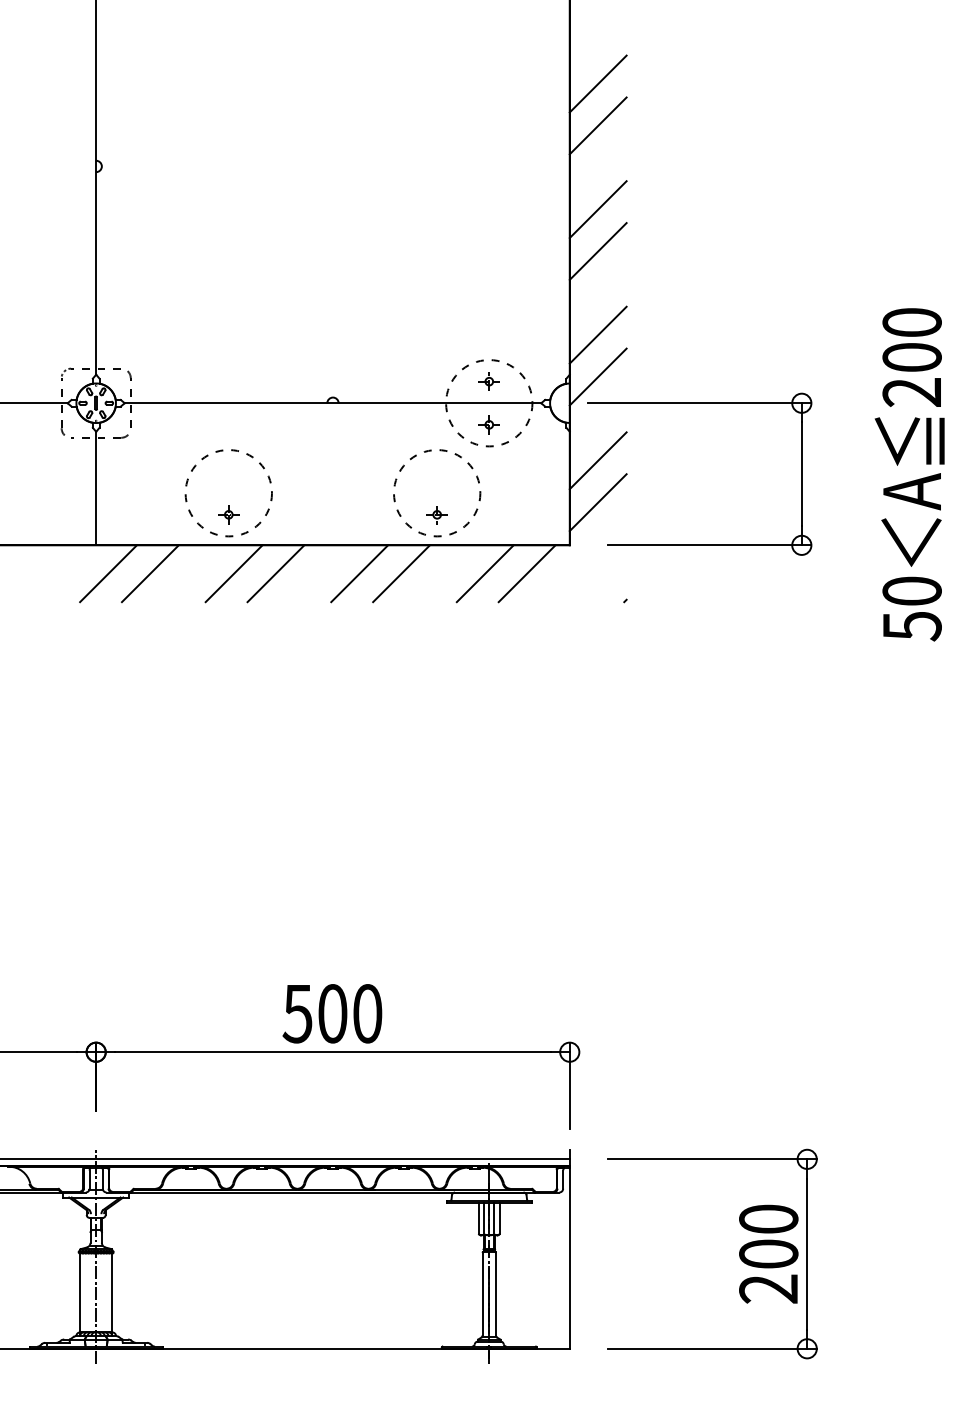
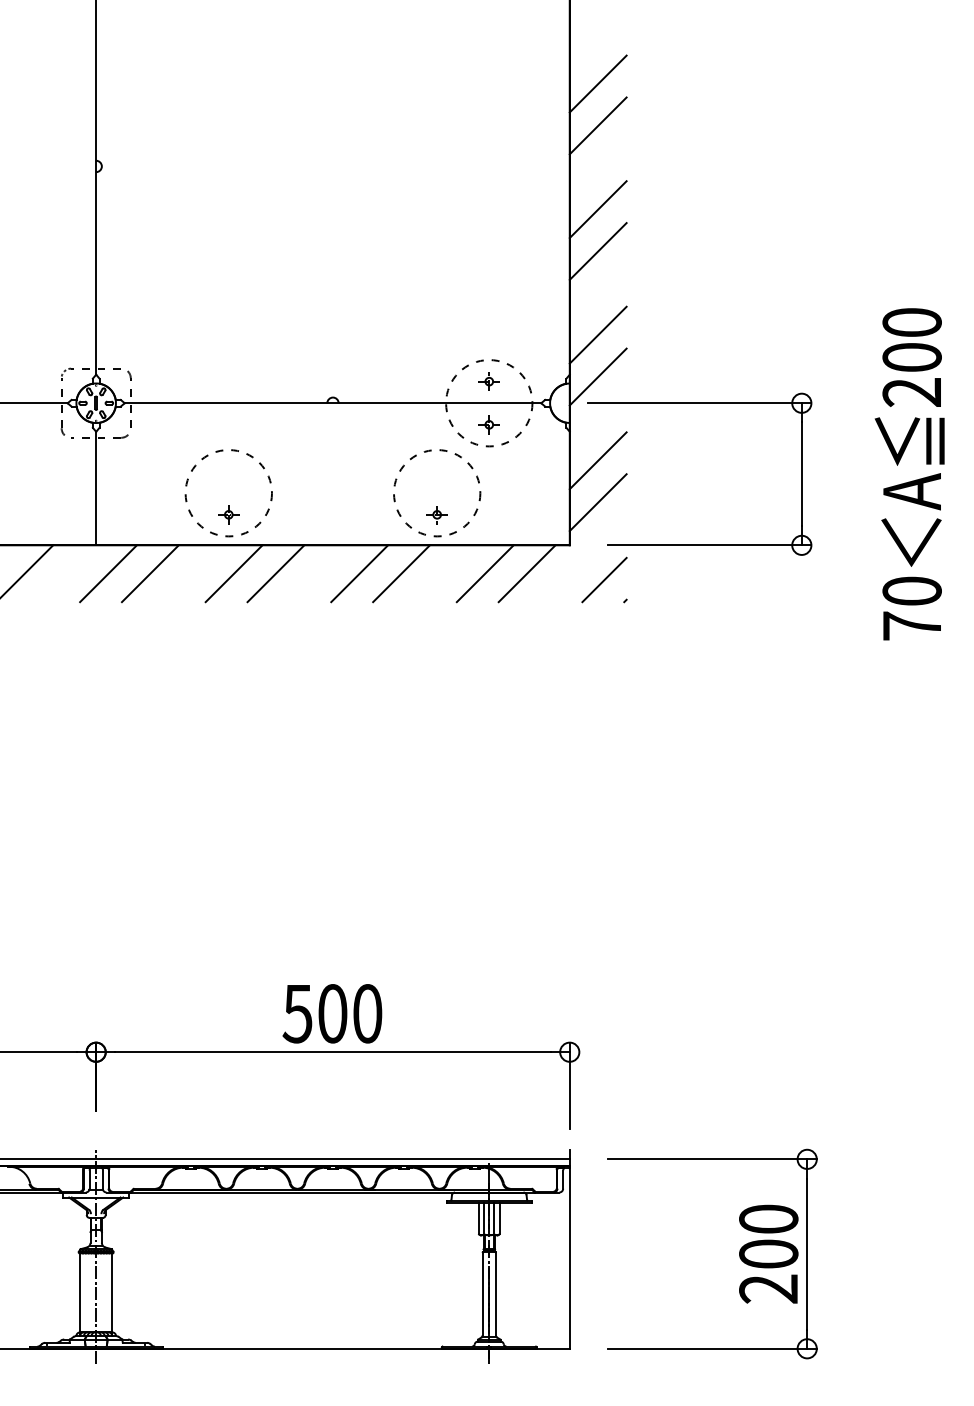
line at (27, 570): none -> present
line at (604, 579): none -> present
text at (912, 626): 50 -> 70
